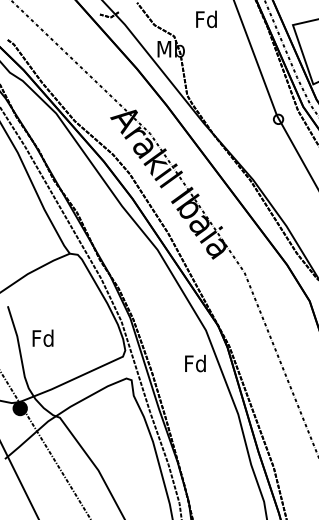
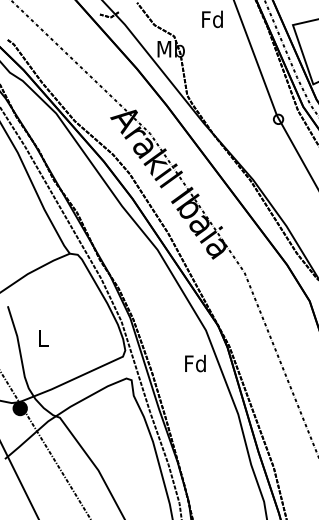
text at (206, 19) position: (206, 19) -> (212, 19)
text at (42, 337): Fd -> L
